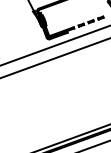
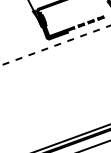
line at (55, 45): solid -> dashed
line at (54, 58): present -> none
